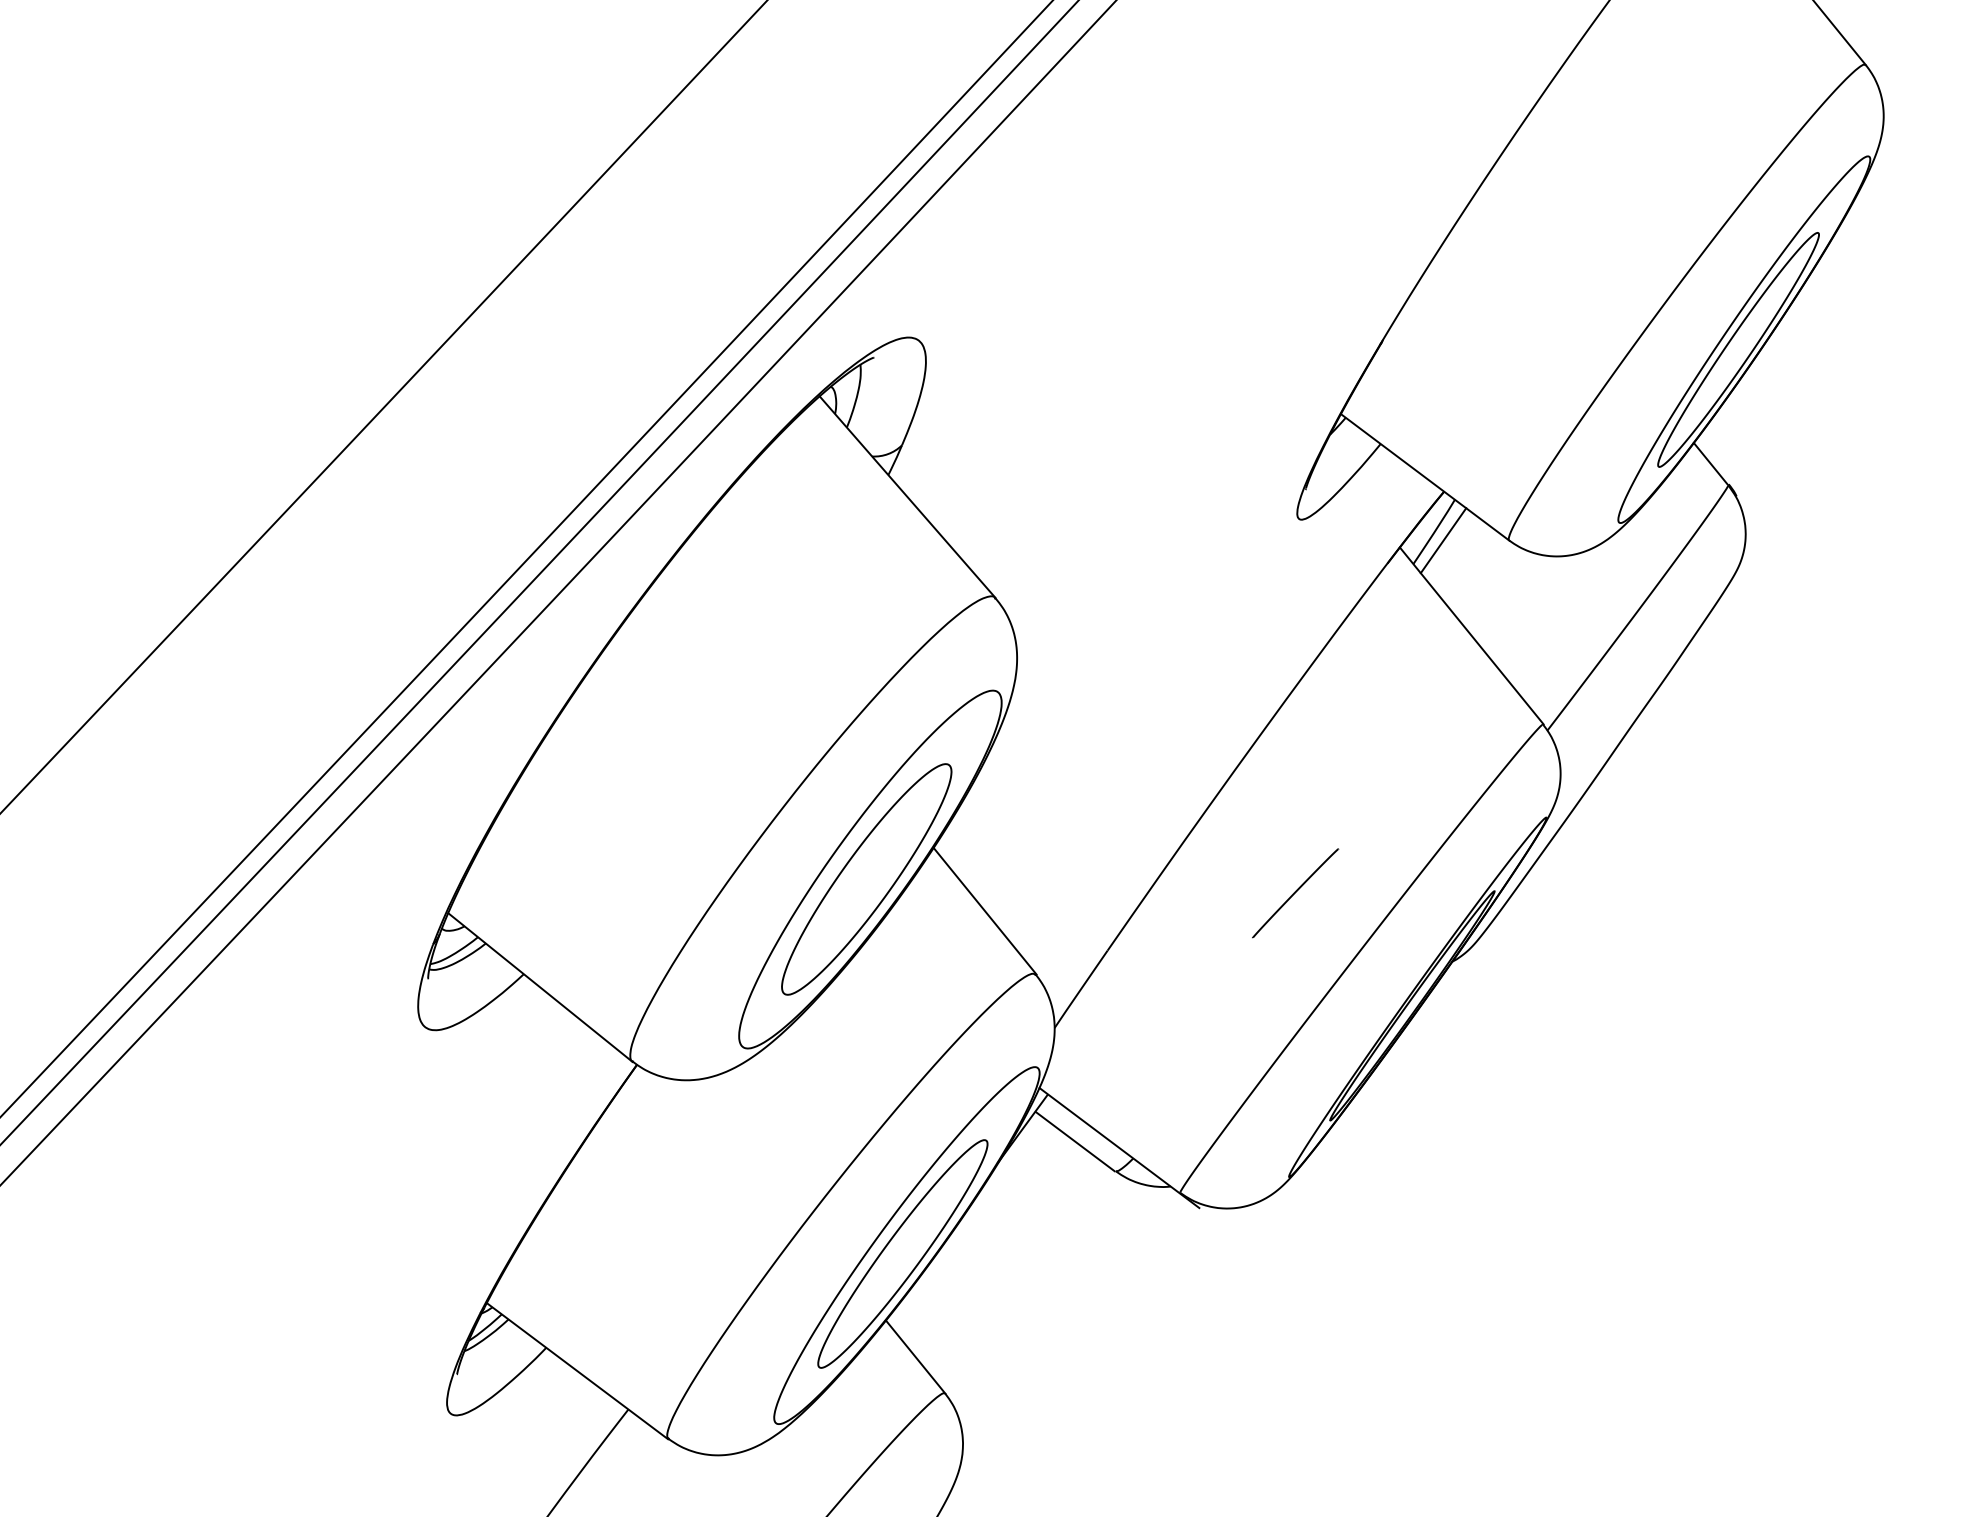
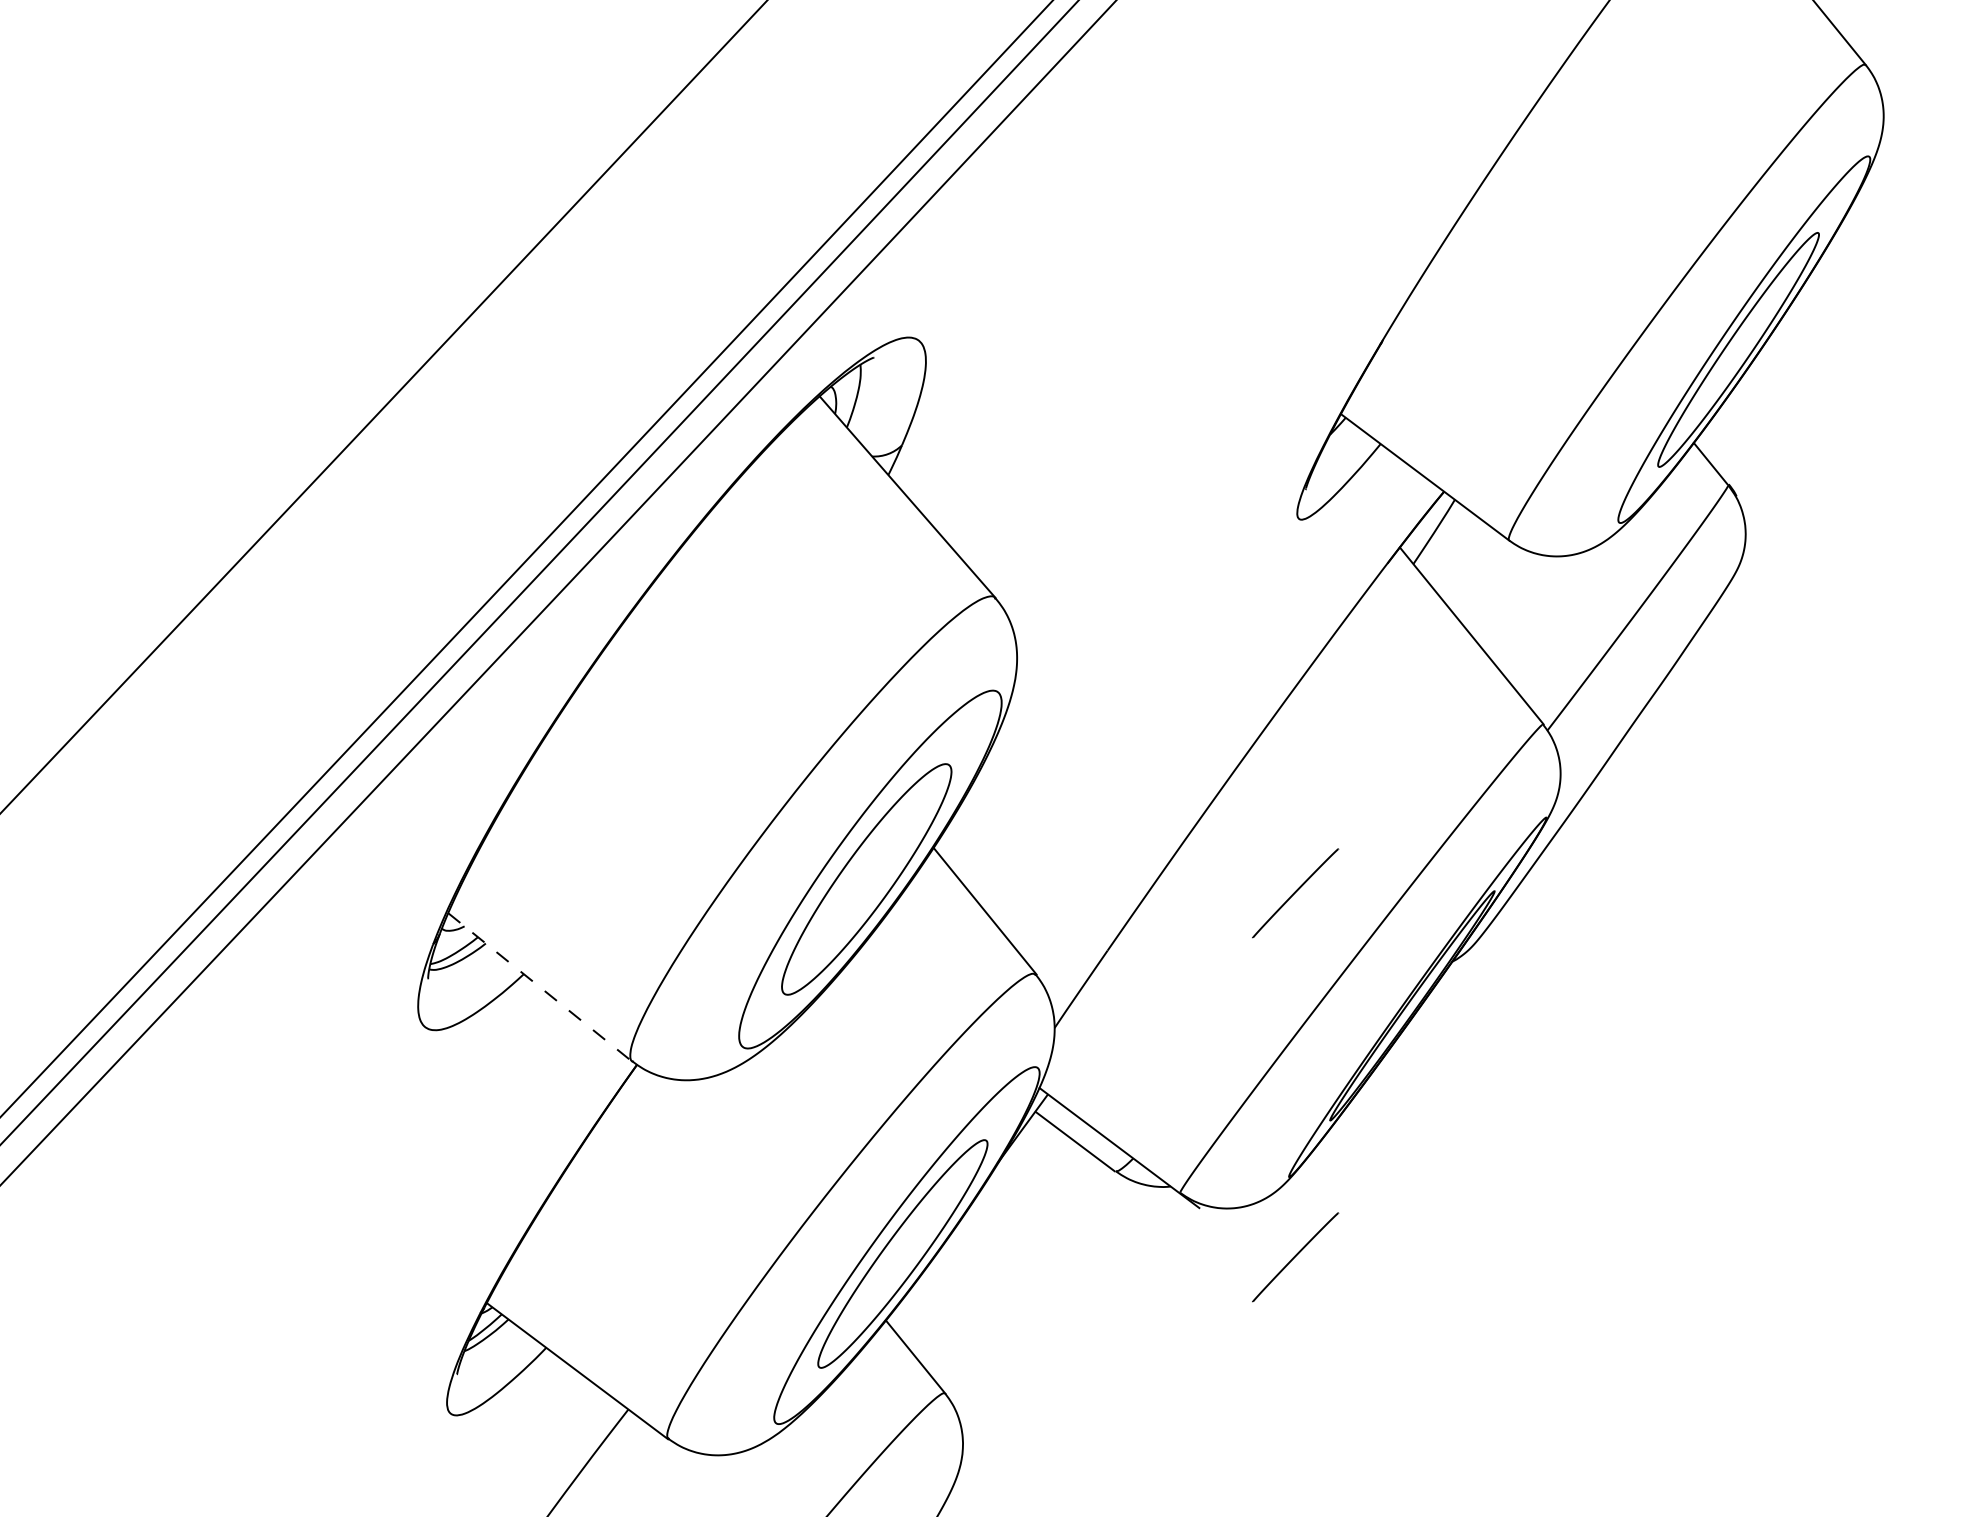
line at (1443, 540): present -> none
line at (540, 987): solid -> dashed
curve at (1295, 1257): none -> present
